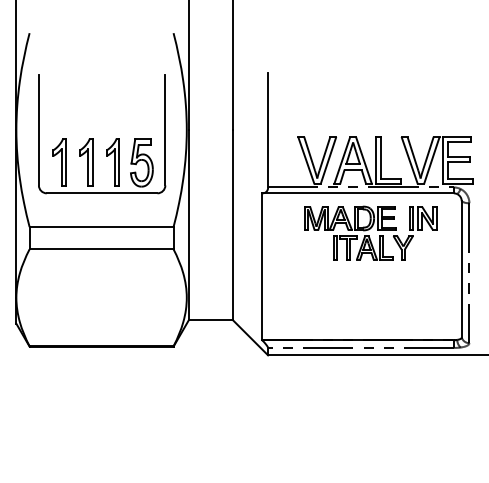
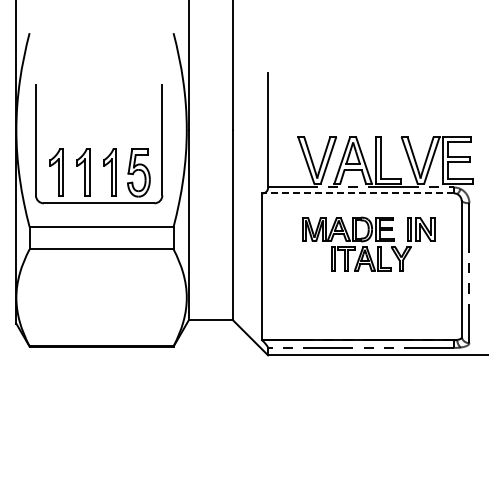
part at (93, 138) position: (93, 138) -> (90, 148)
line at (358, 193): solid -> dashed
part at (370, 232) position: (370, 232) -> (368, 243)
